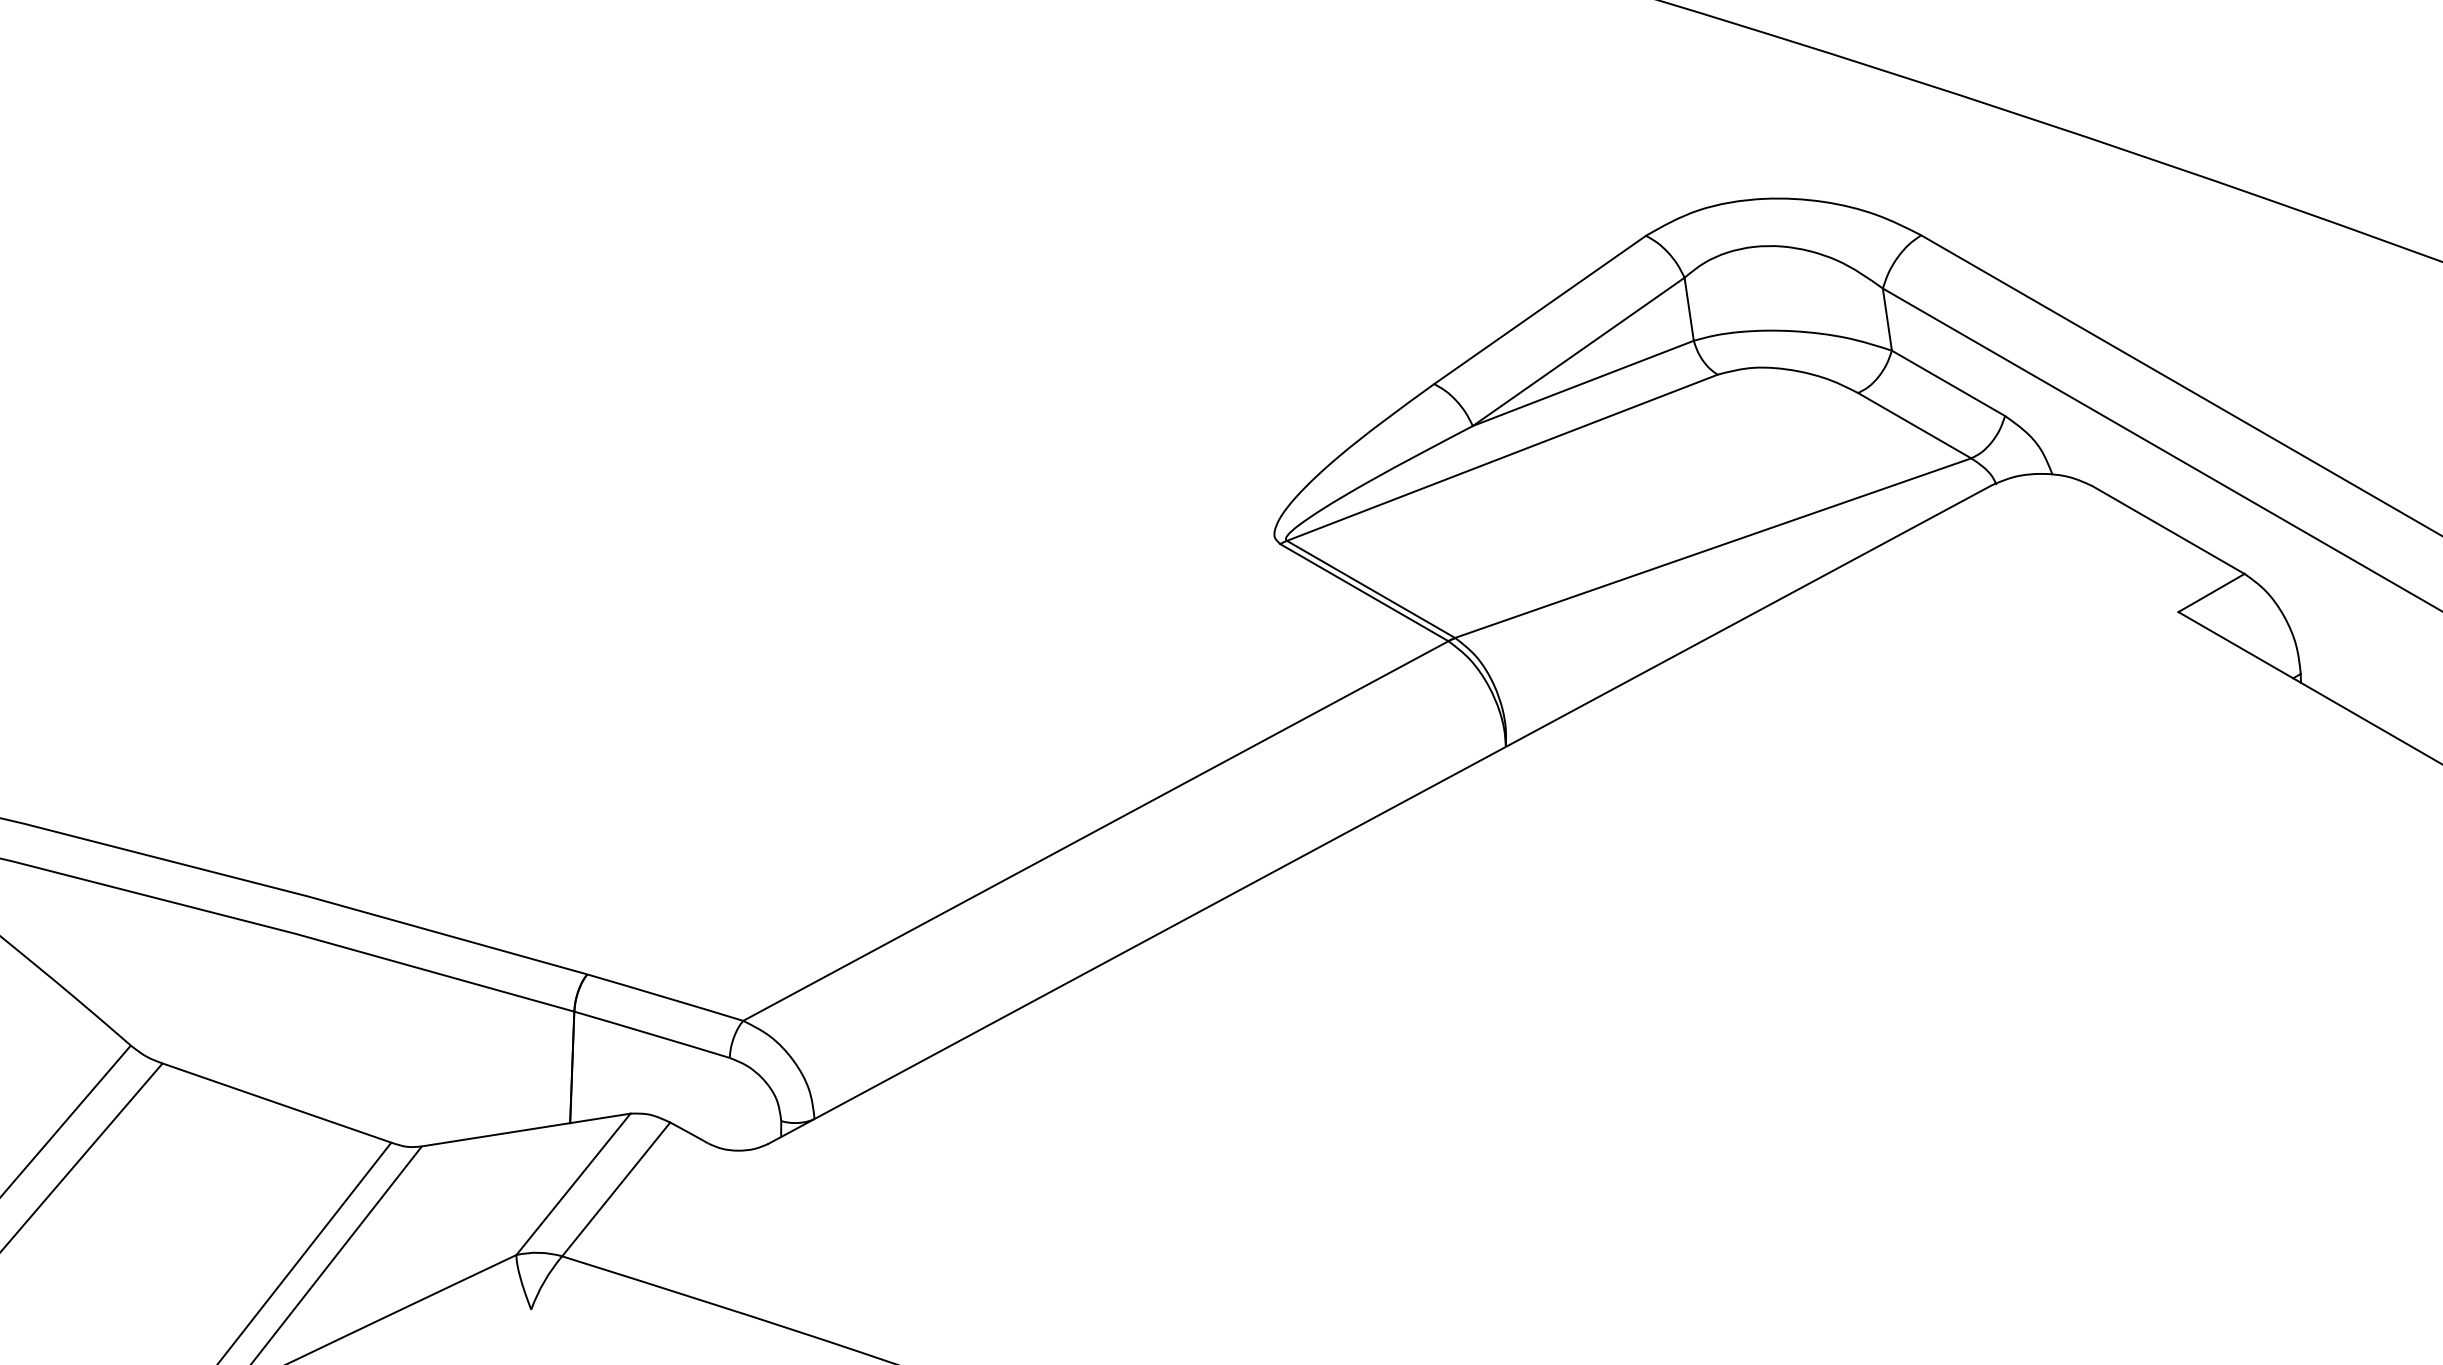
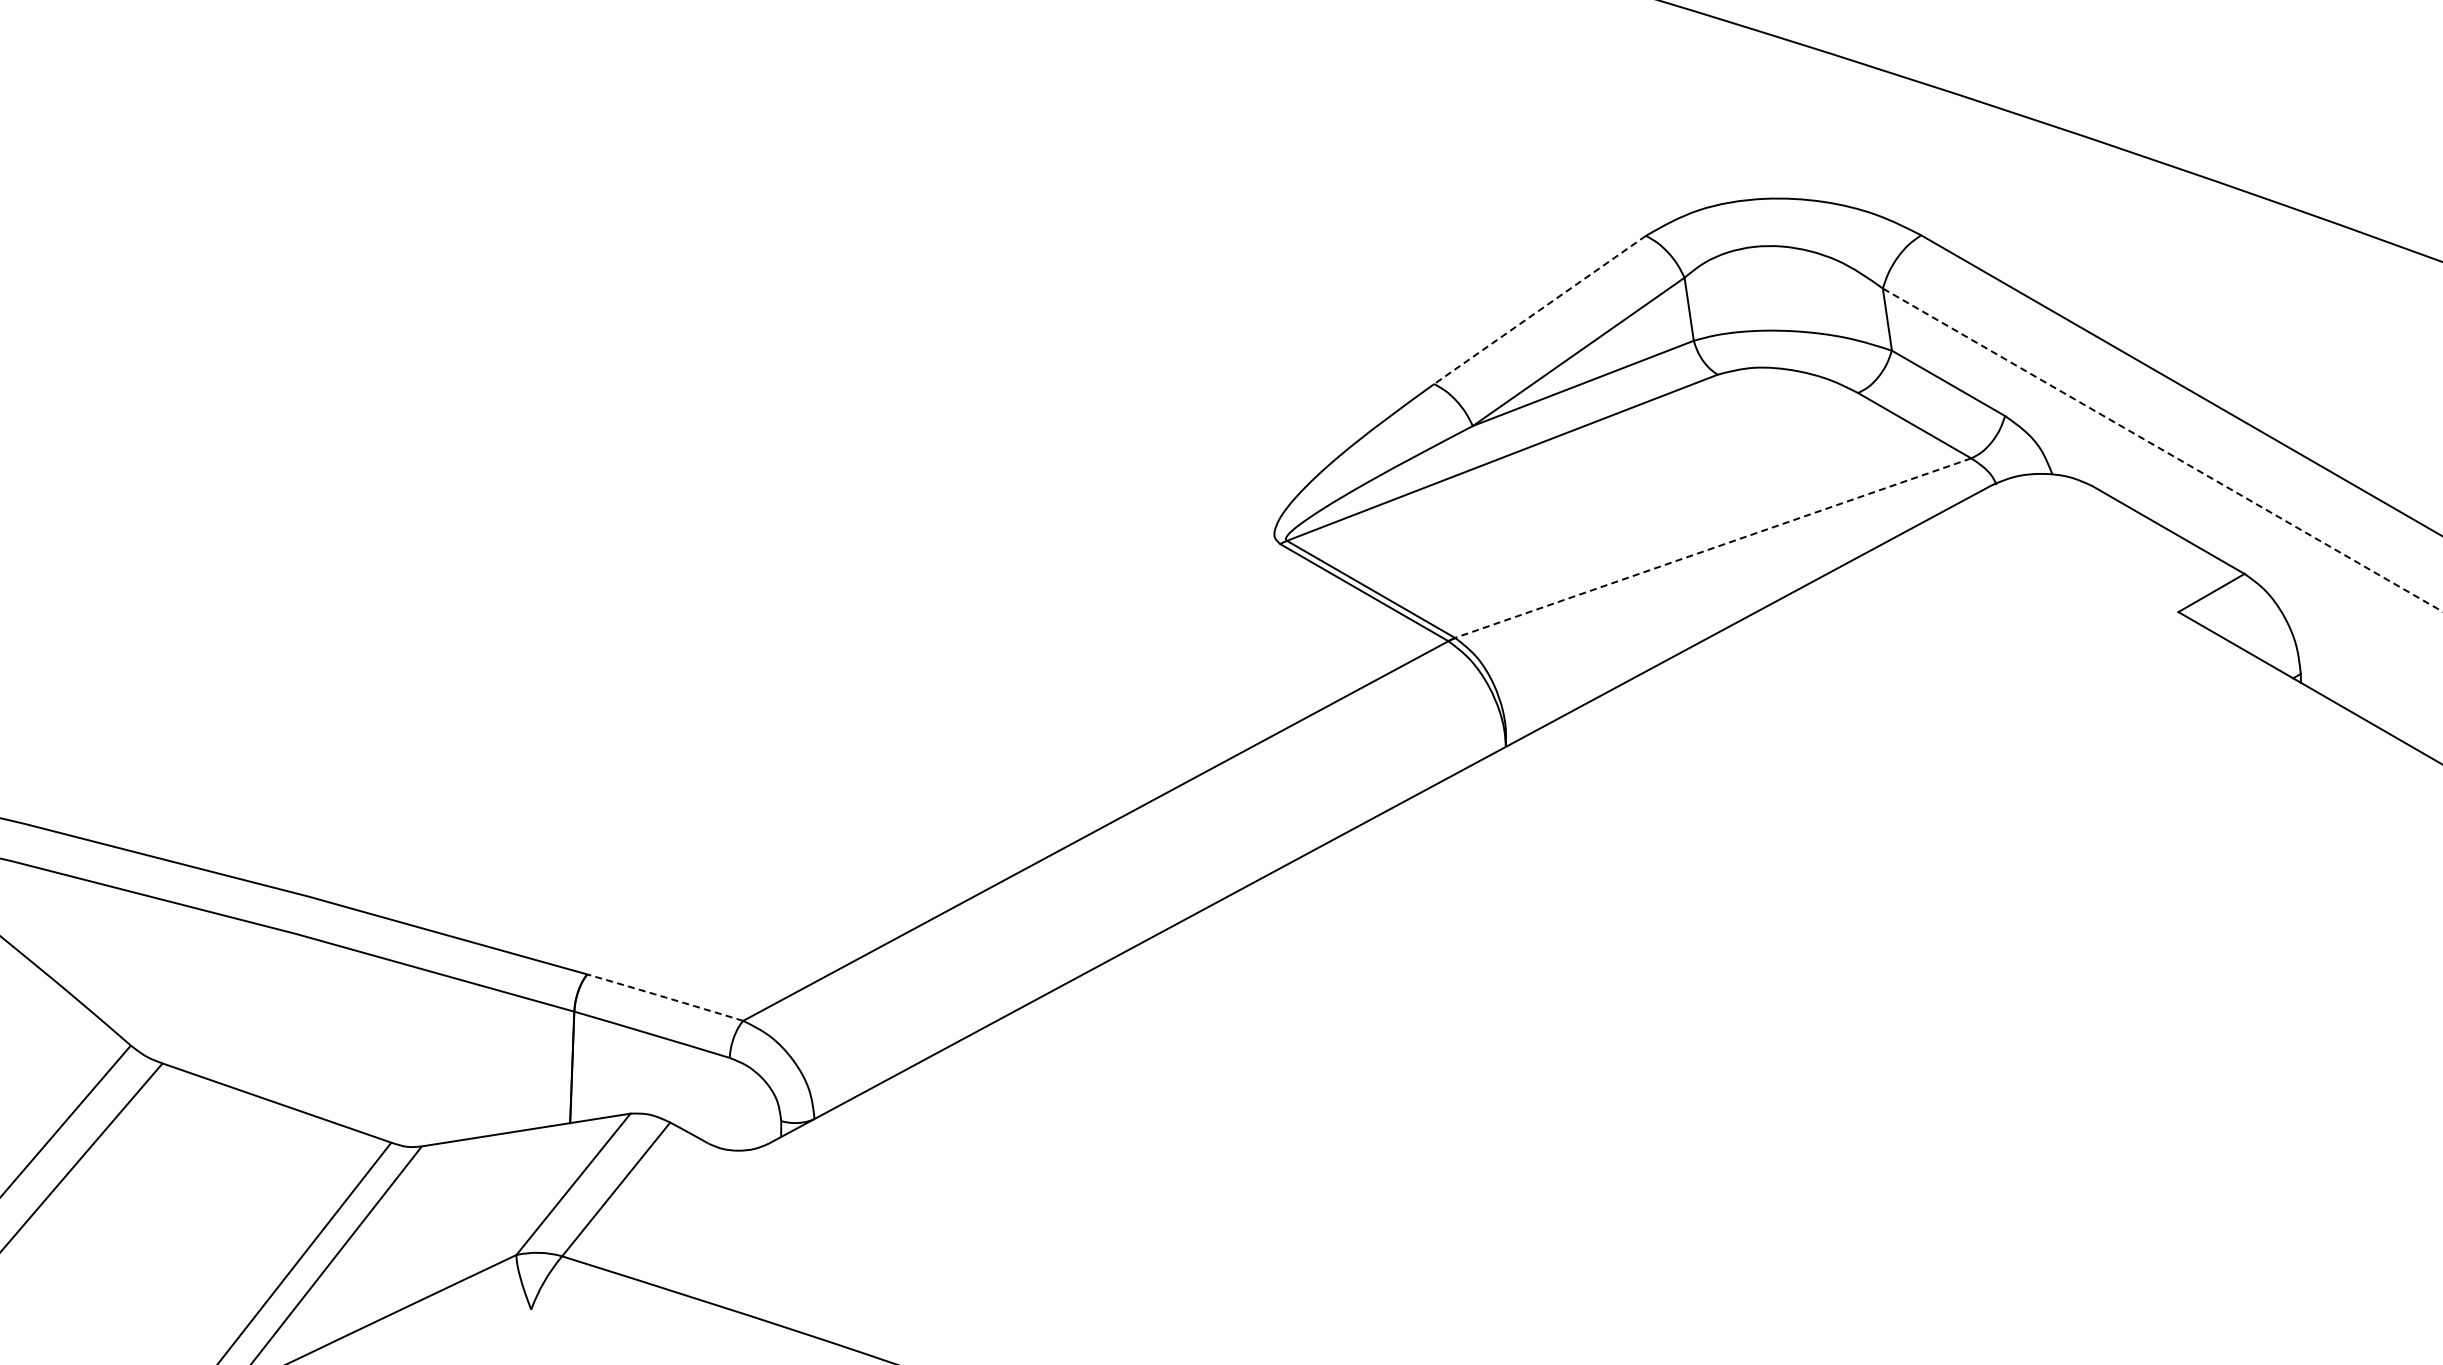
line at (1539, 310): solid -> dashed
line at (2162, 450): solid -> dashed
line at (1712, 548): solid -> dashed
arc at (665, 997): solid -> dashed
